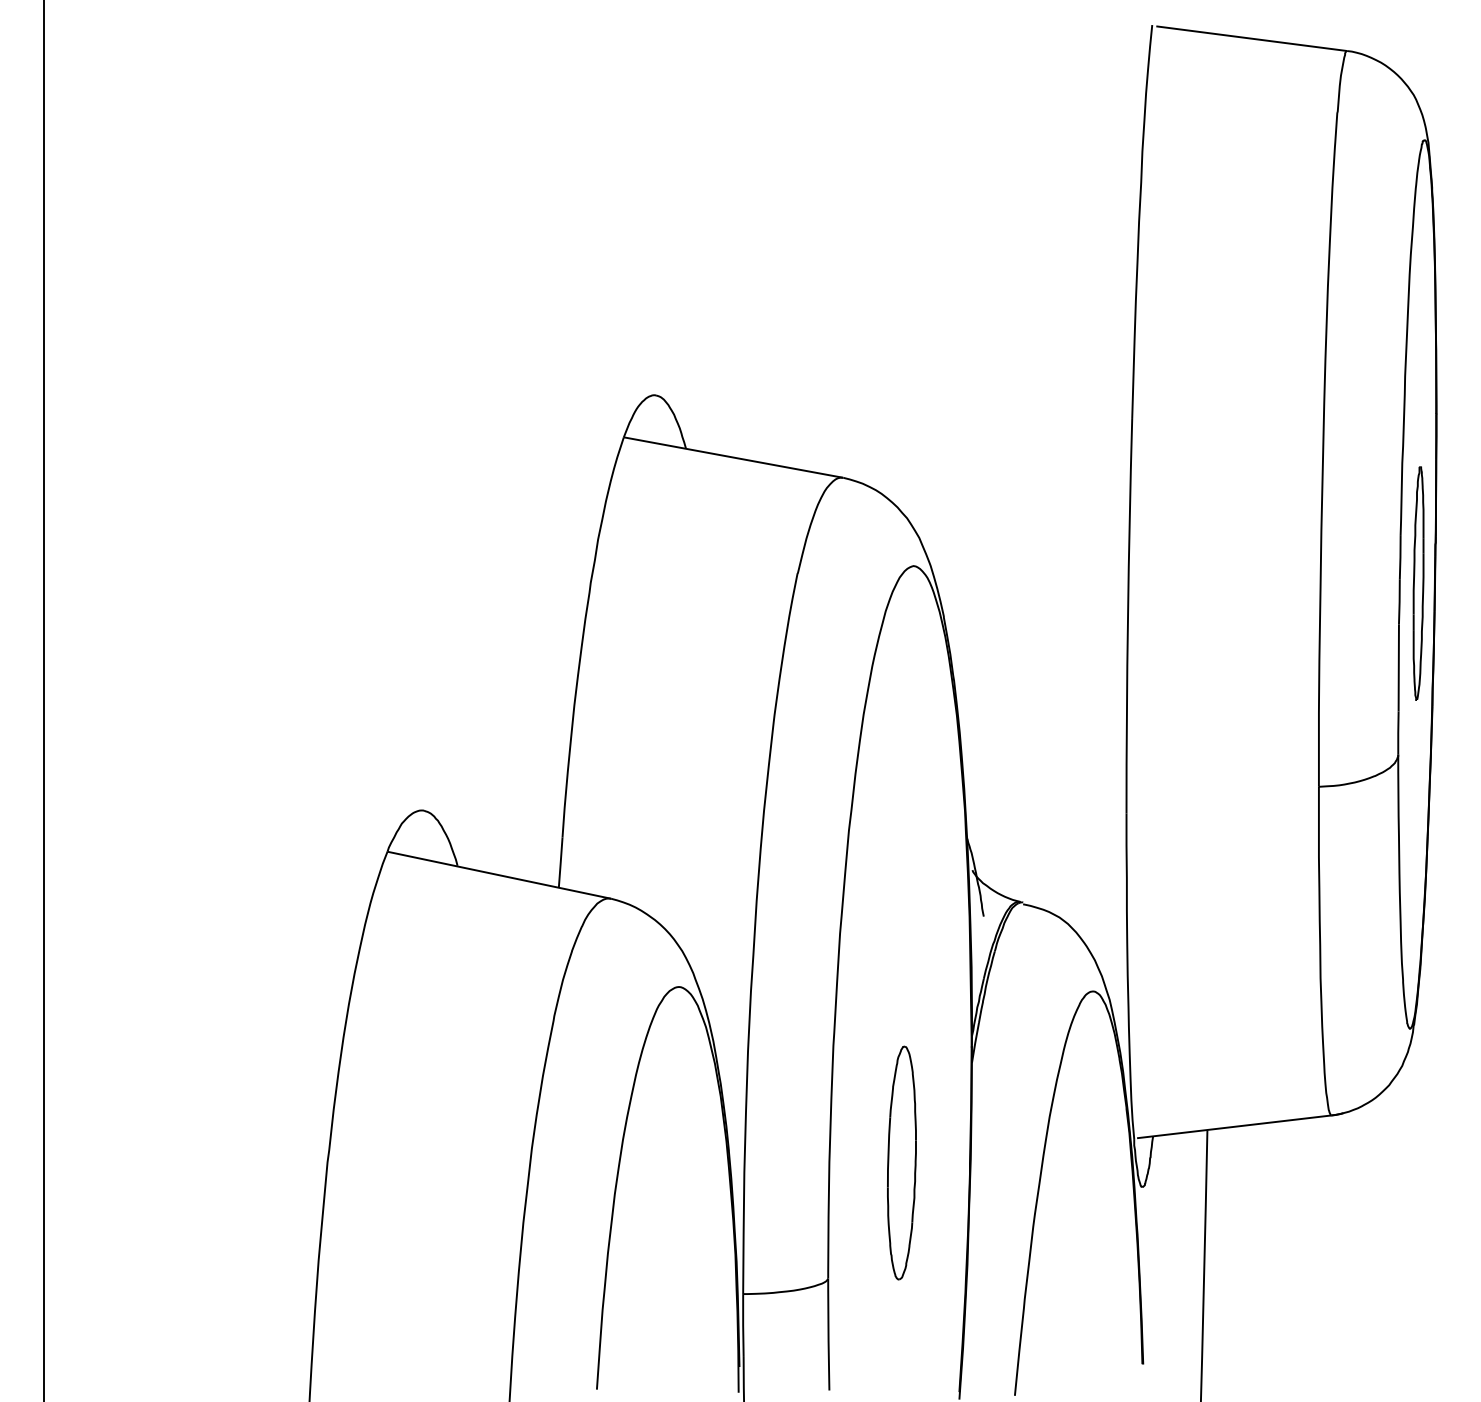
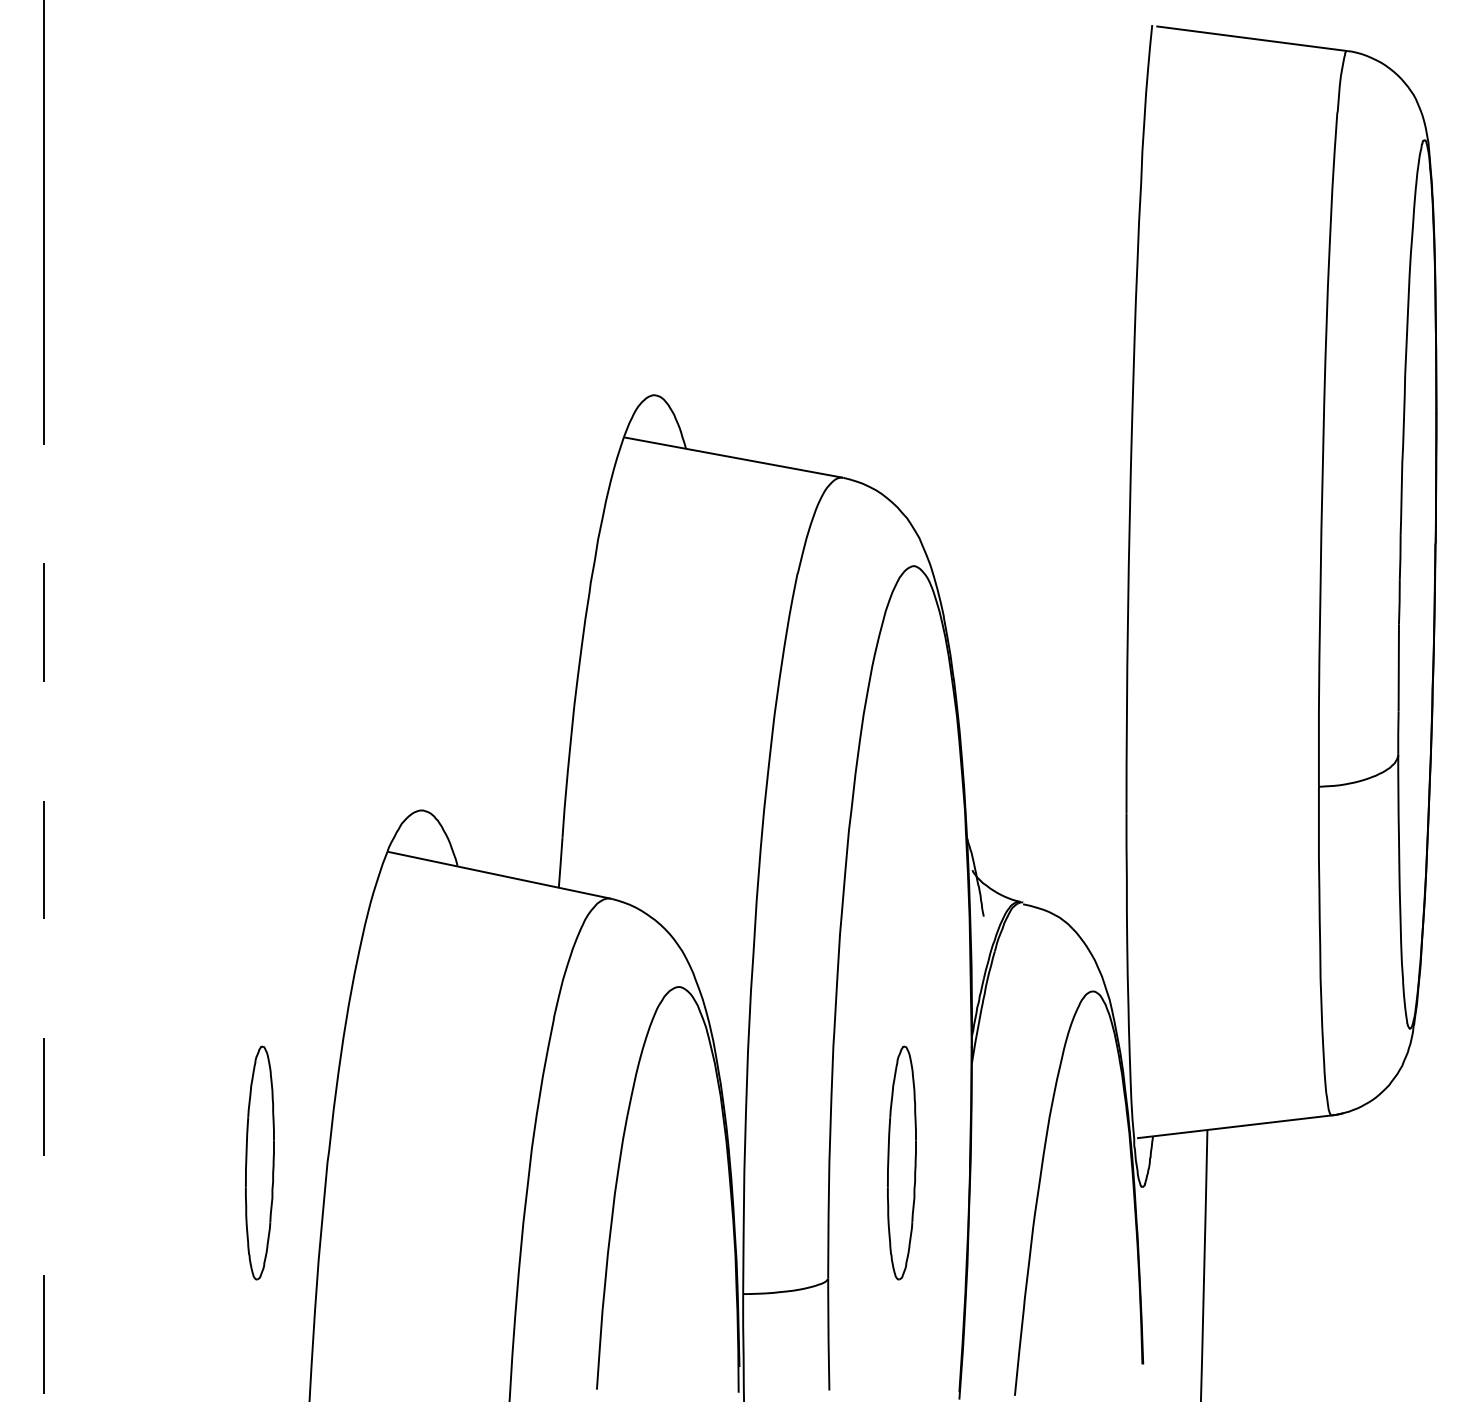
part at (1418, 583): present -> none
line at (44, 868): solid -> dashed
part at (259, 1162): none -> present
